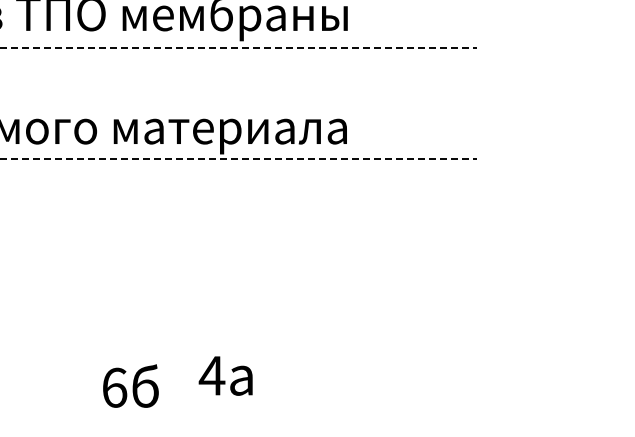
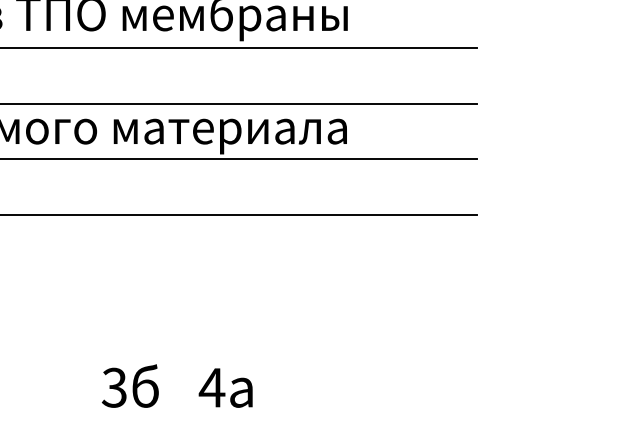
line at (239, 48): dashed -> solid
line at (239, 103): none -> present
line at (239, 159): dashed -> solid
line at (239, 214): none -> present
text at (225, 375) position: (225, 375) -> (225, 387)
text at (114, 387): 6 -> 3
